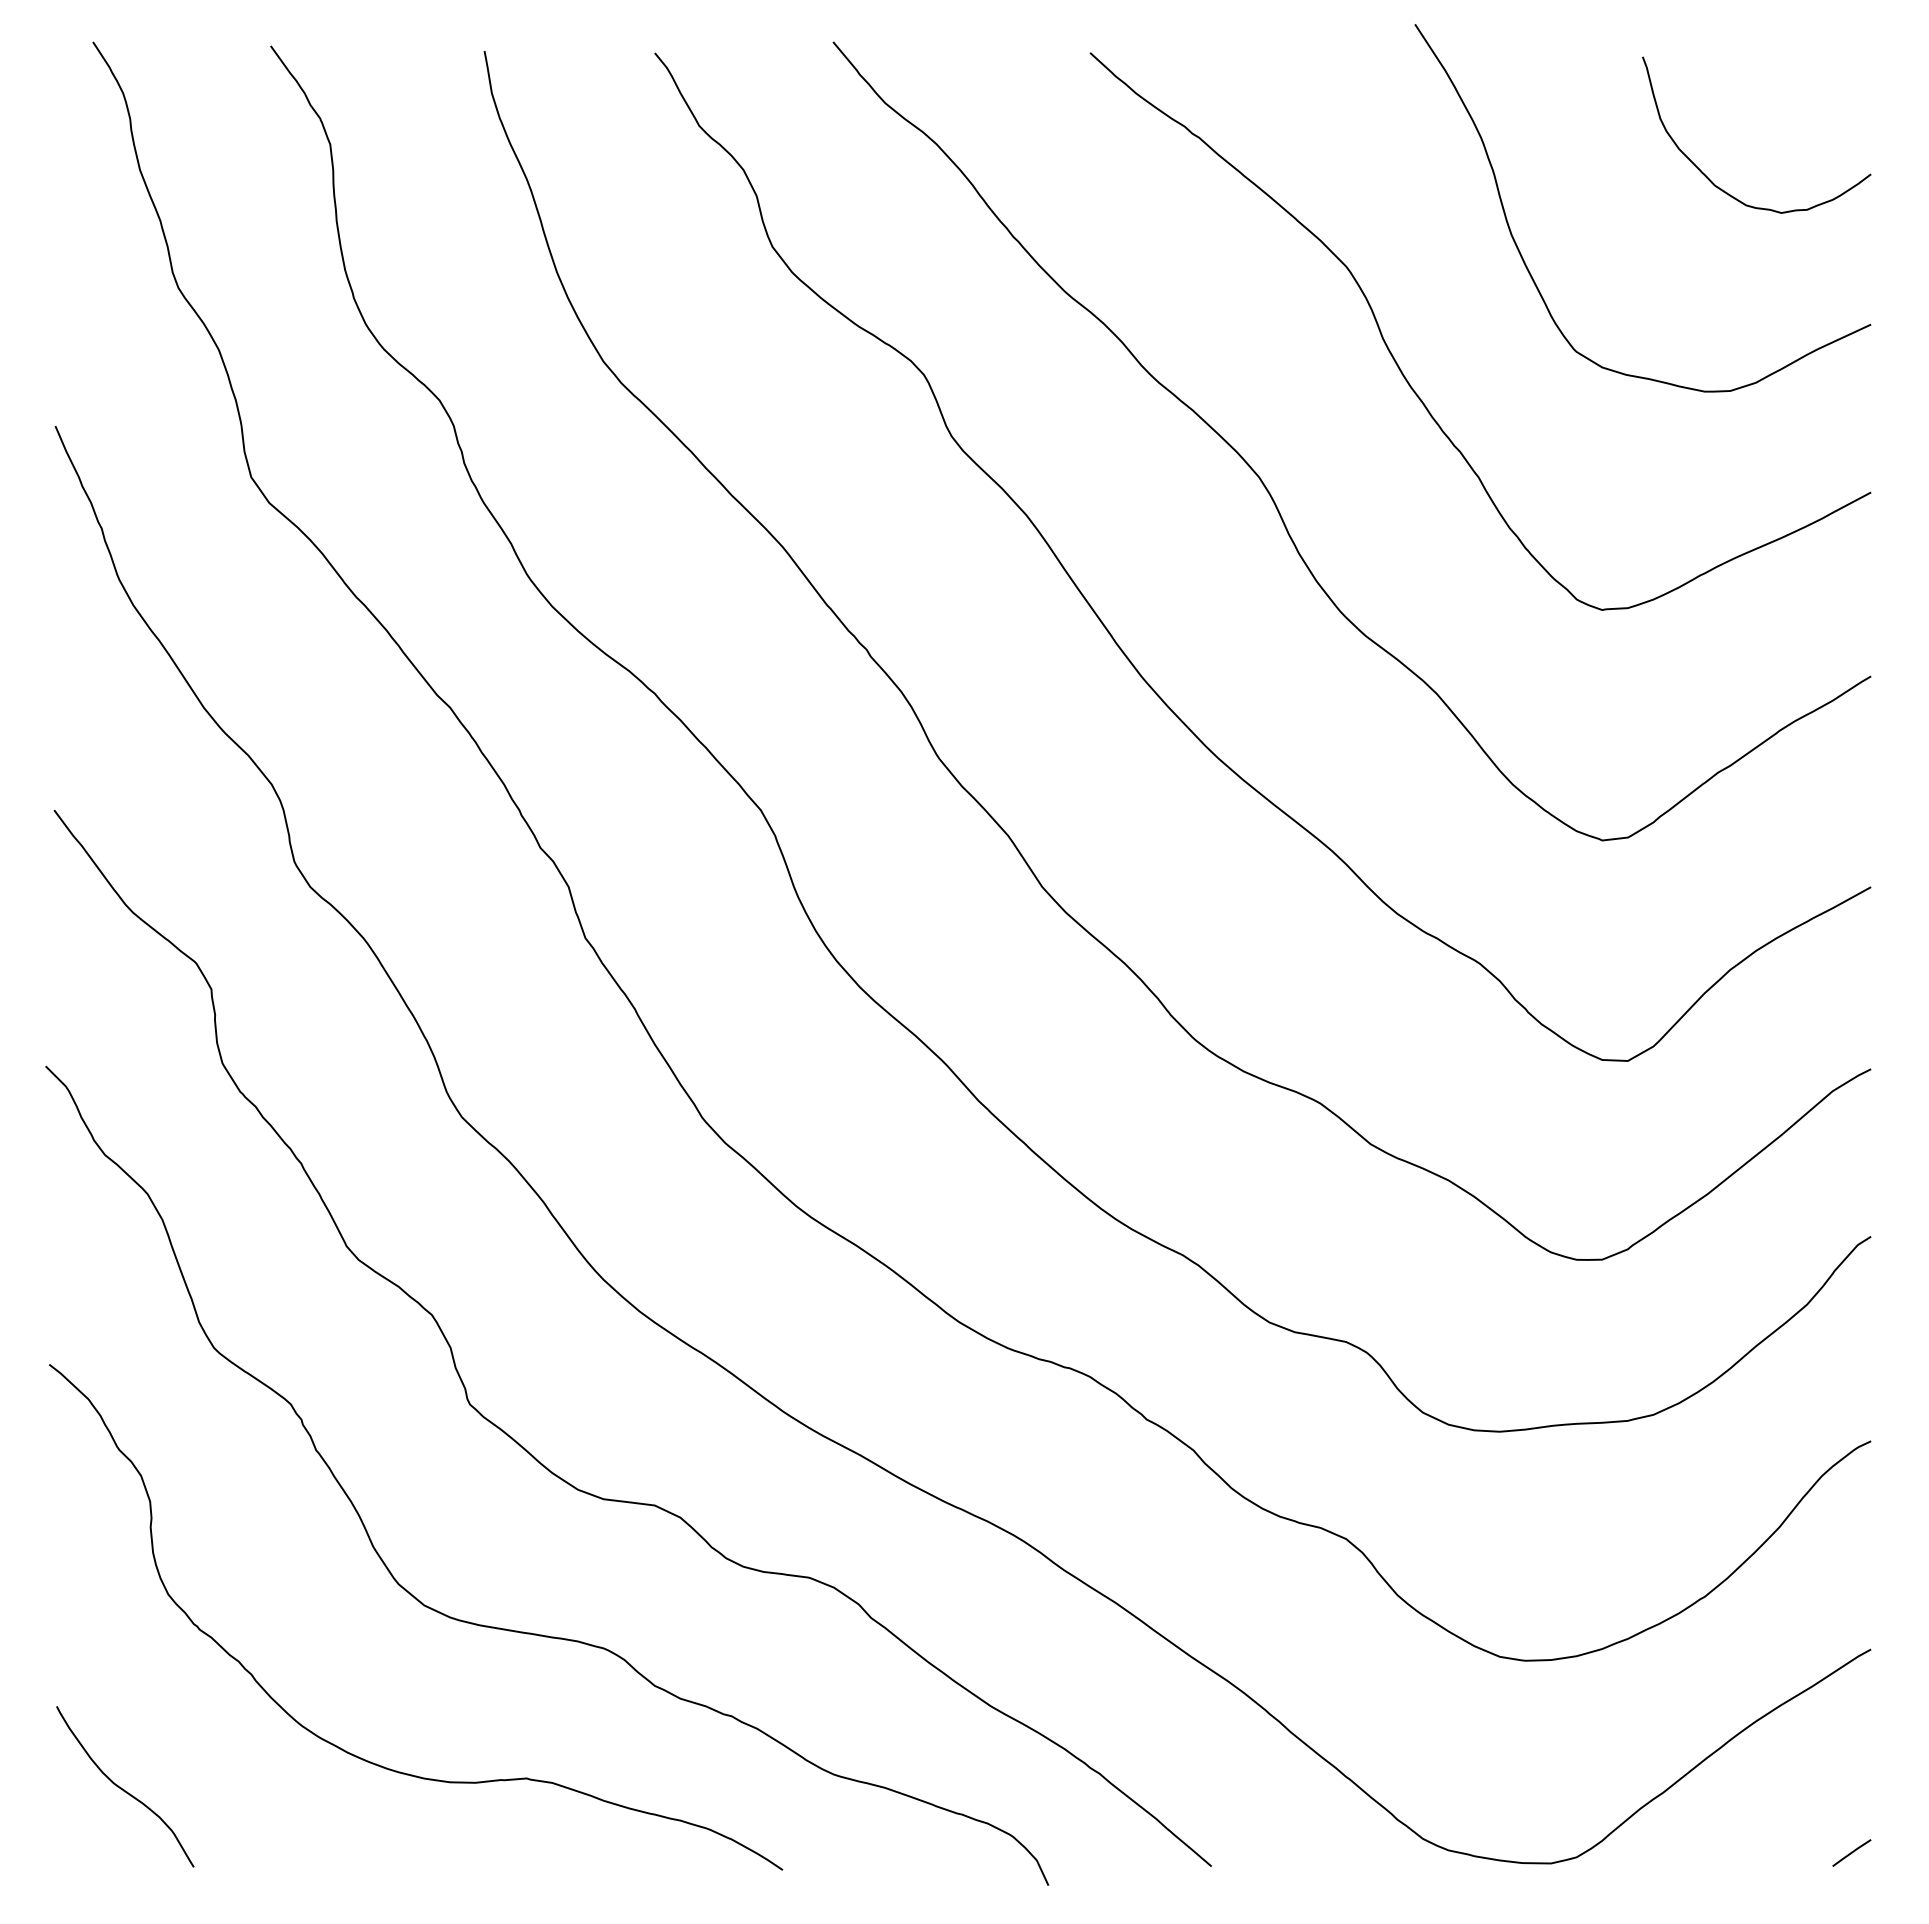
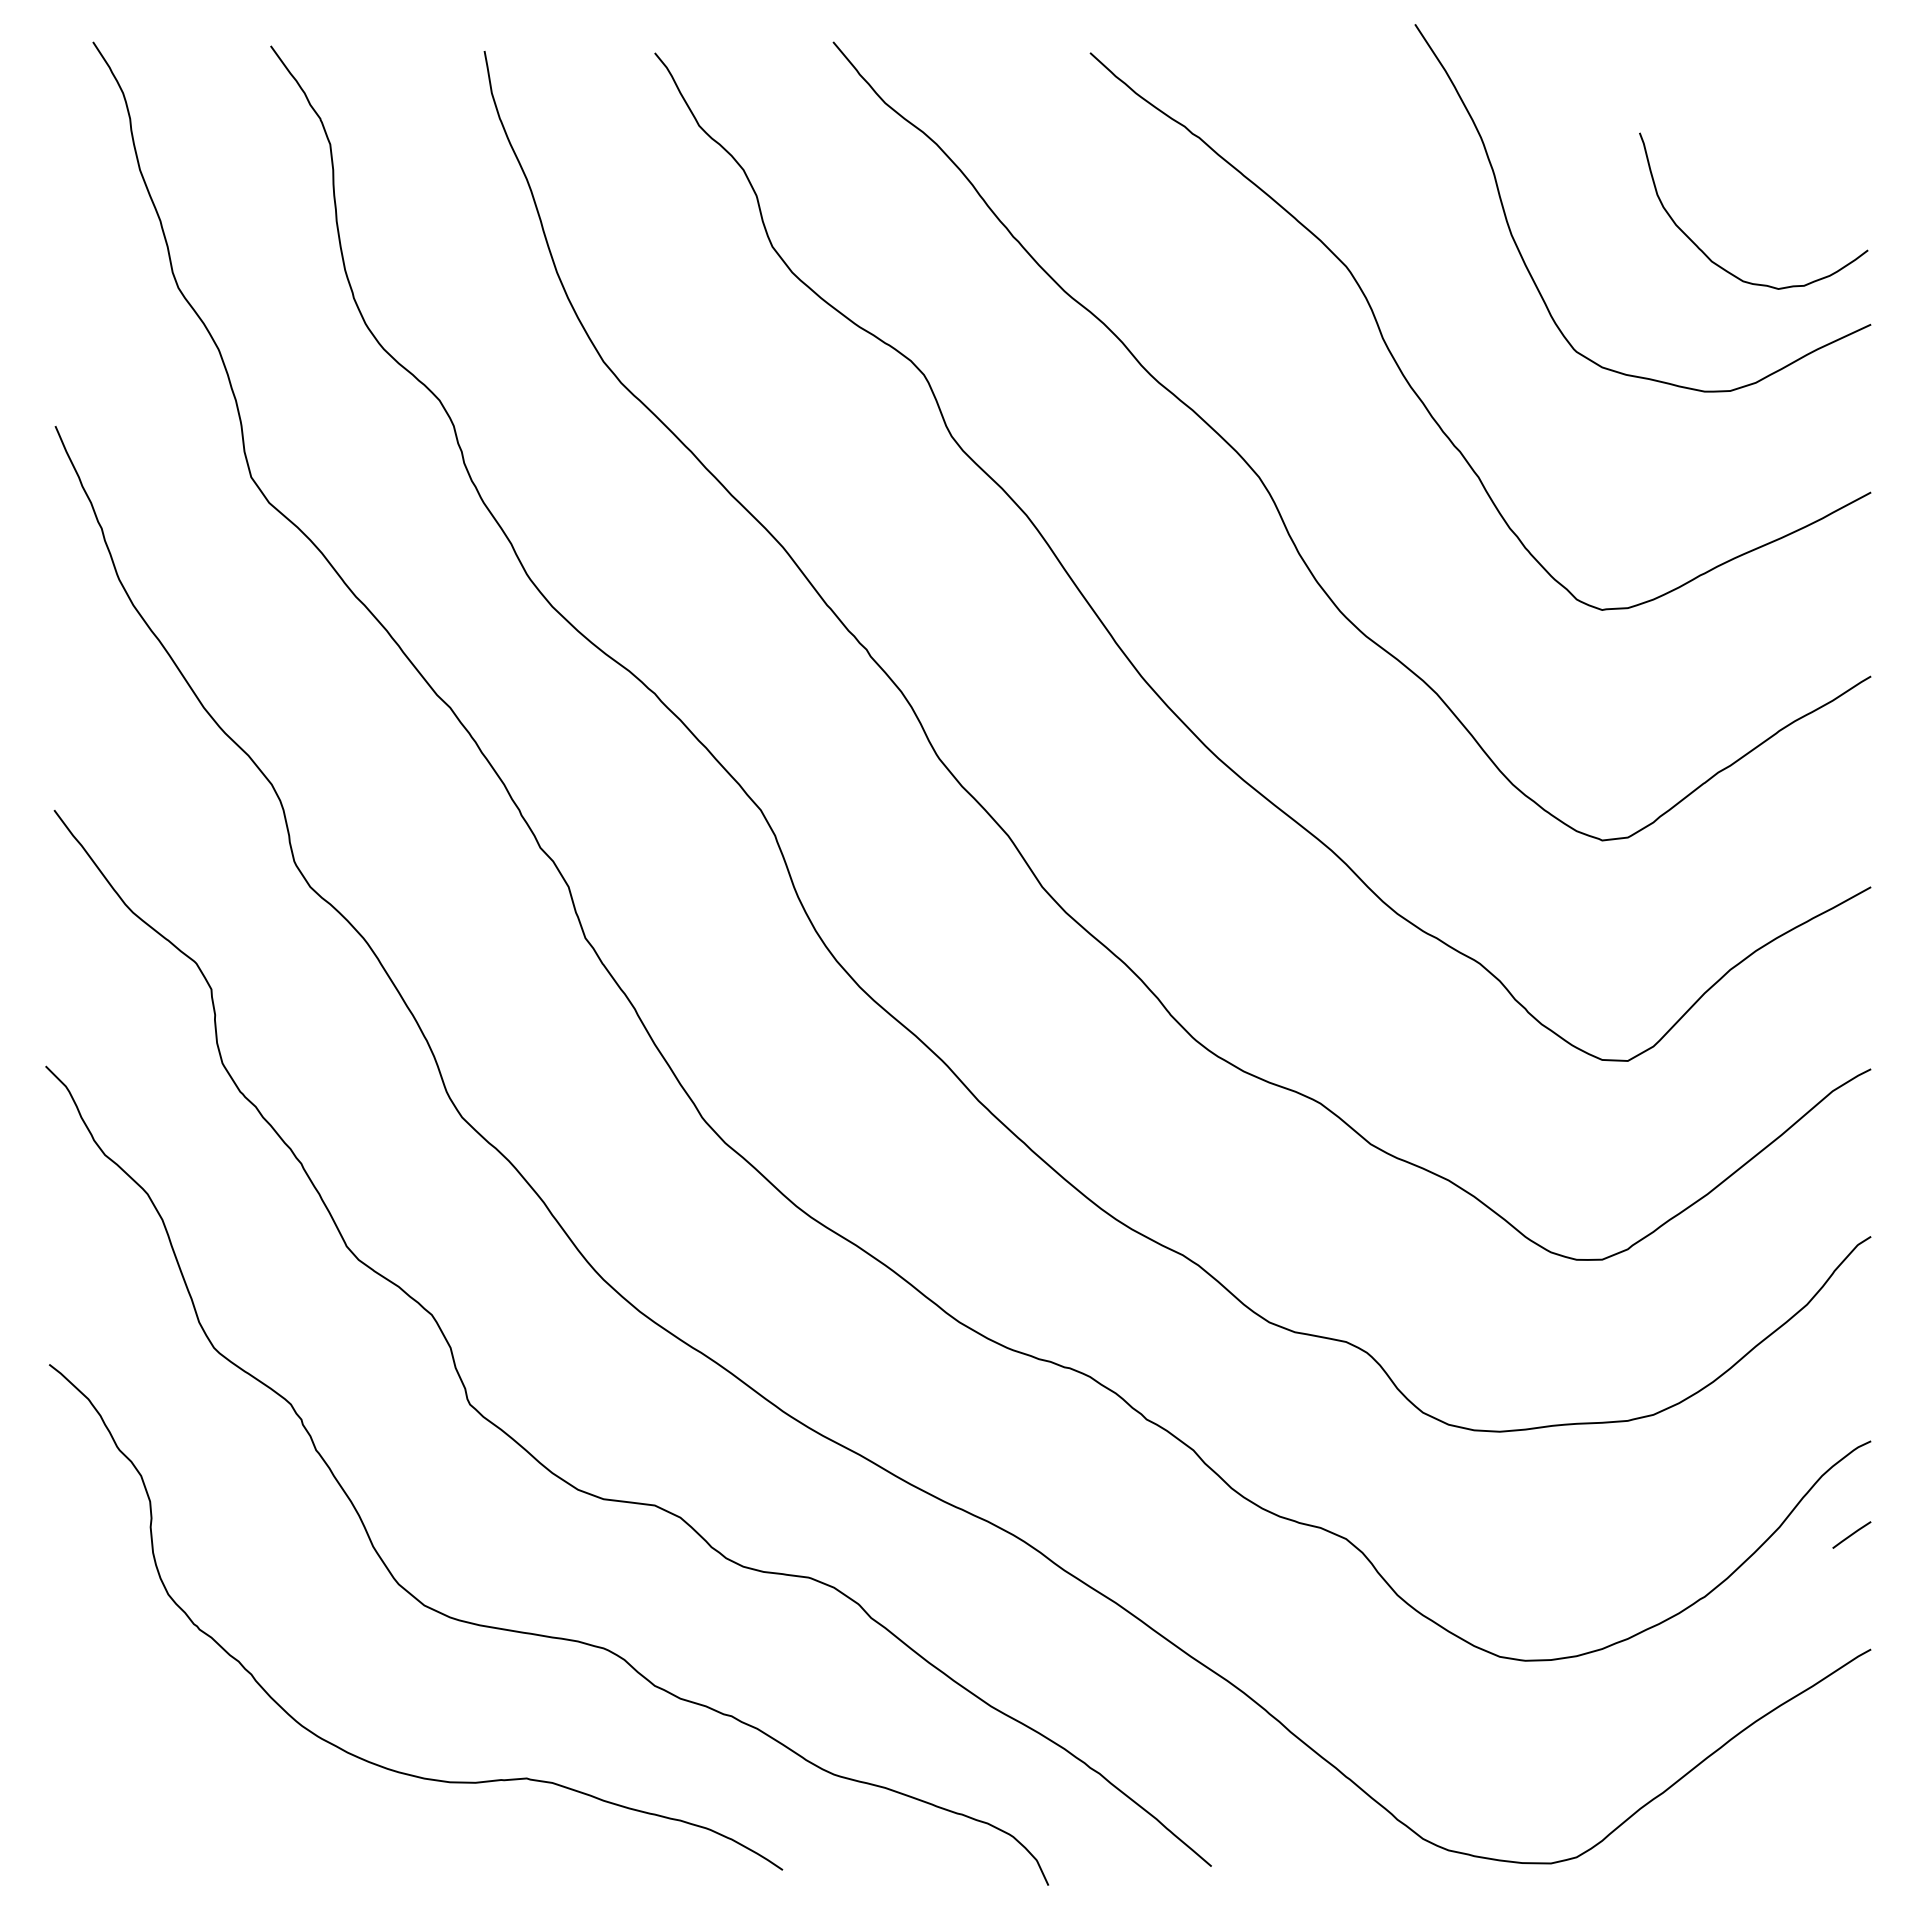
curve at (1710, 179) position: (1710, 179) -> (1707, 255)
curve at (124, 1789): present -> none
line at (1851, 1852) position: (1851, 1852) -> (1851, 1534)
